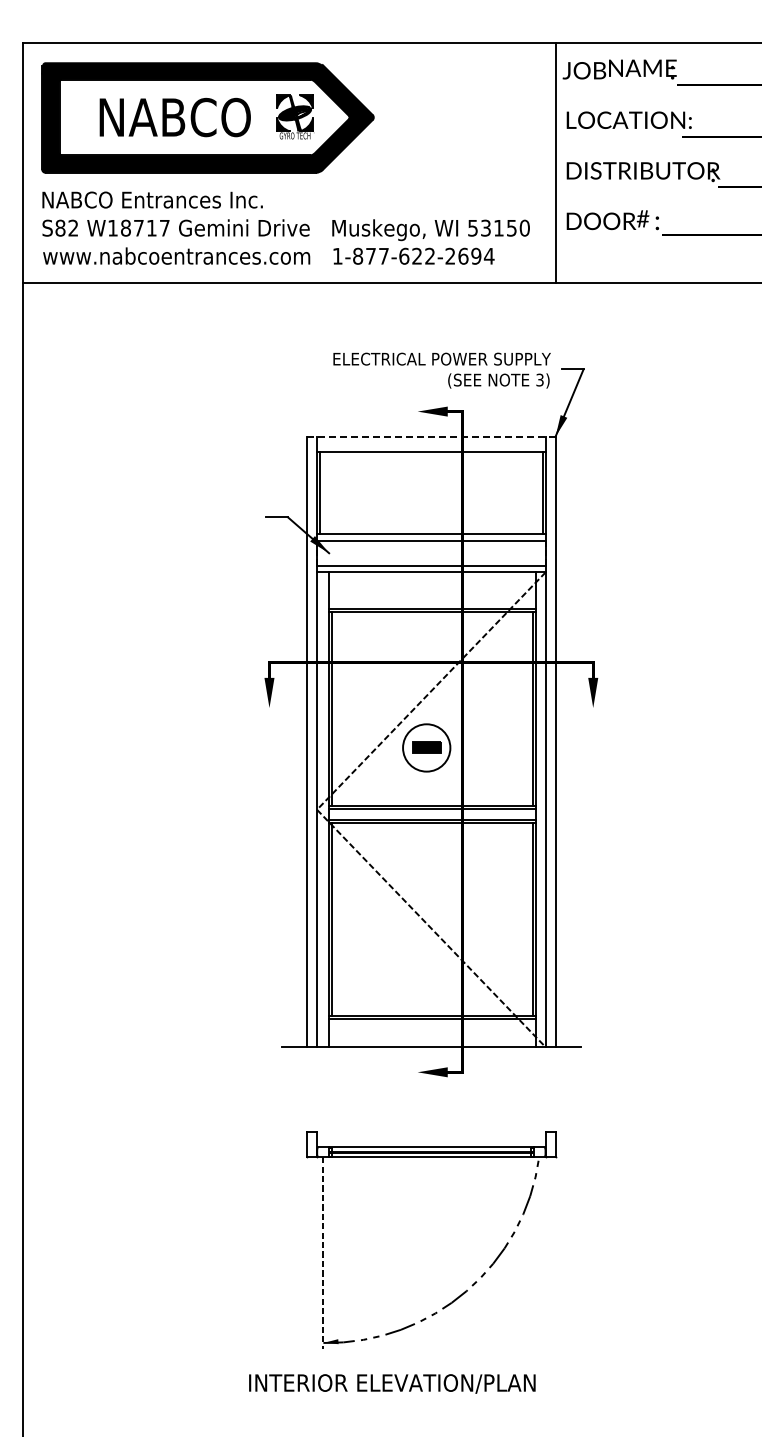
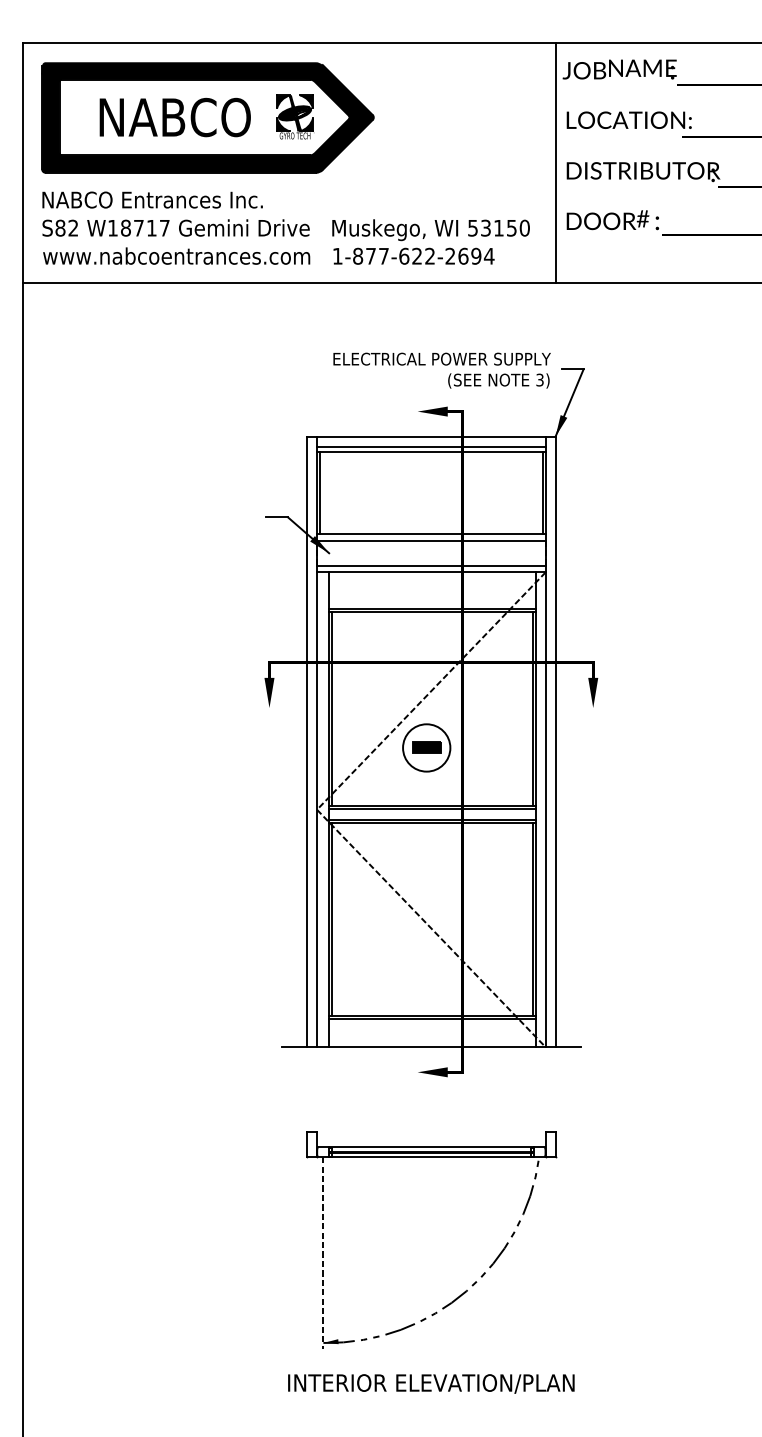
line at (430, 436): dashed -> solid
line at (431, 446): none -> present
text at (392, 1383) position: (392, 1383) -> (431, 1383)
